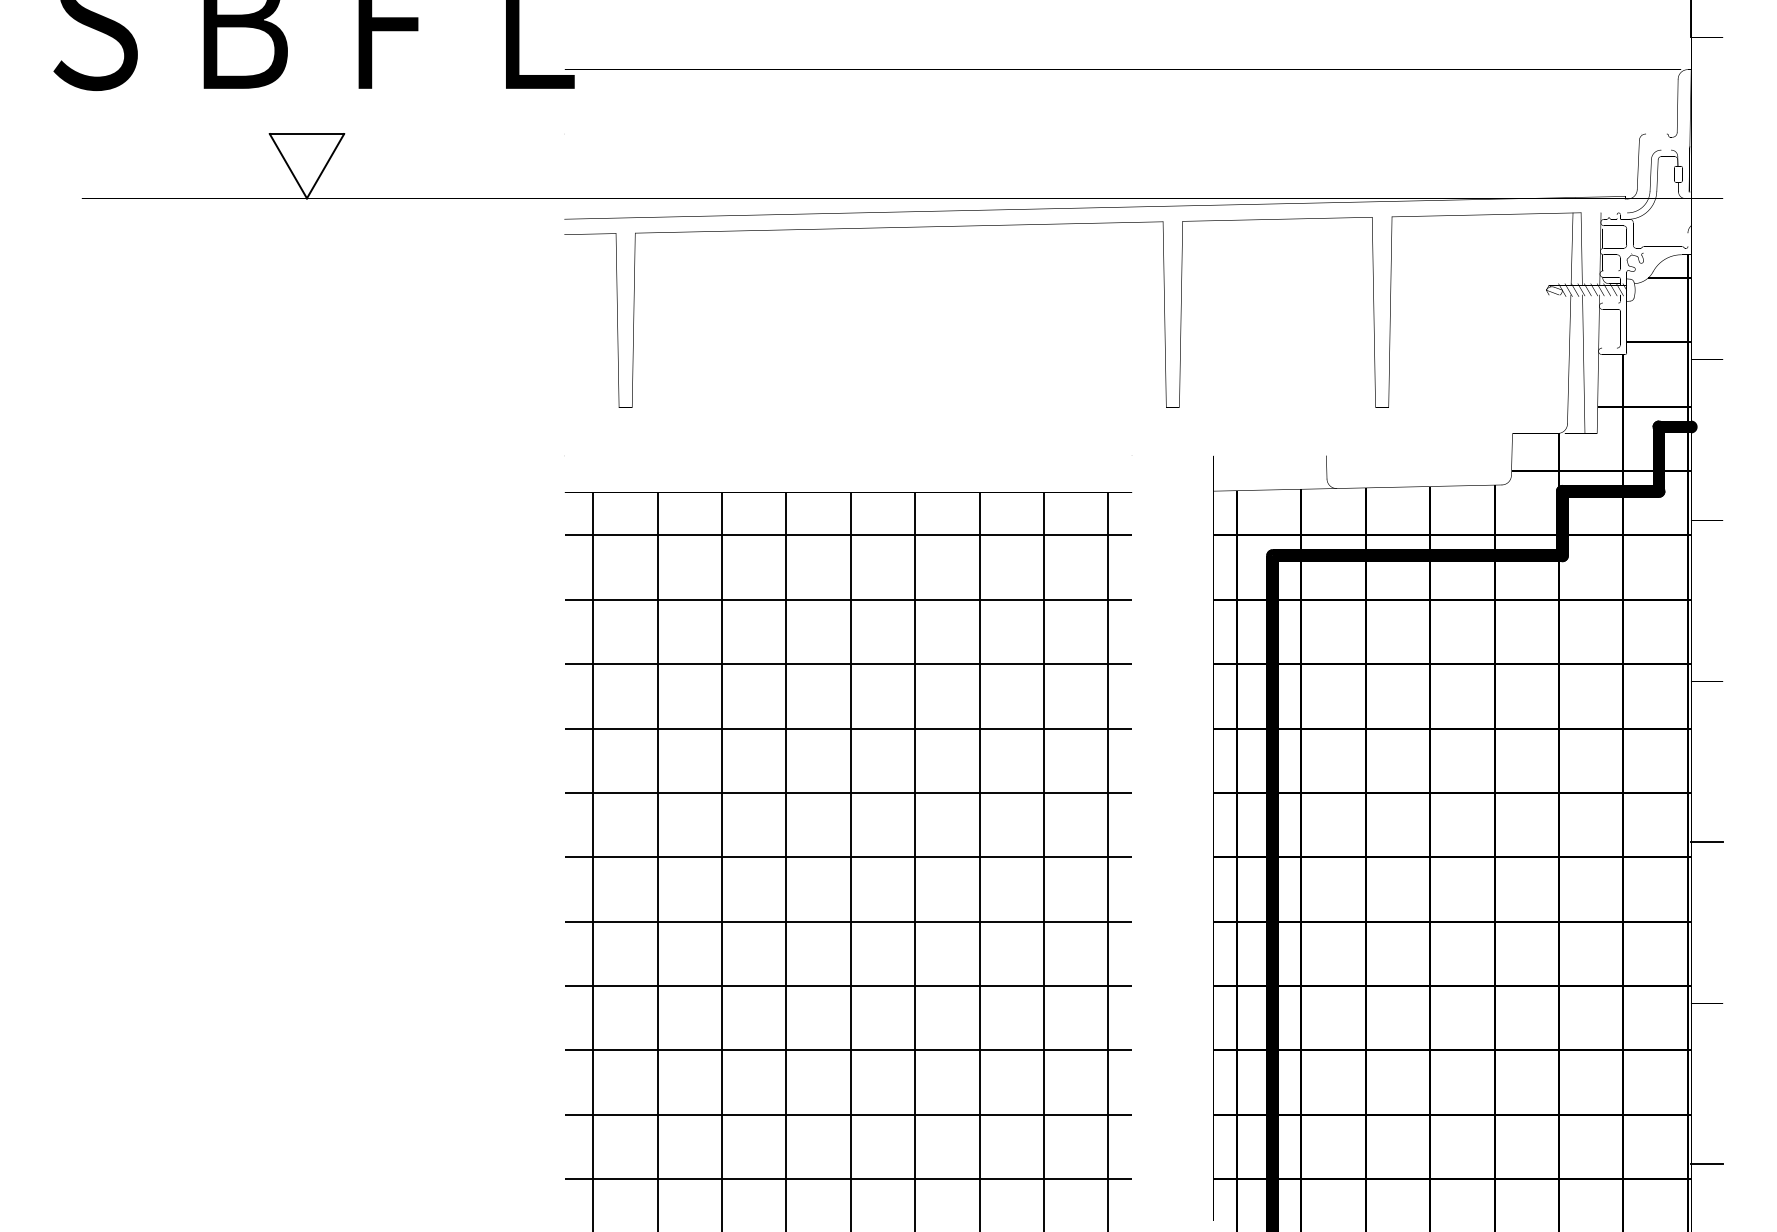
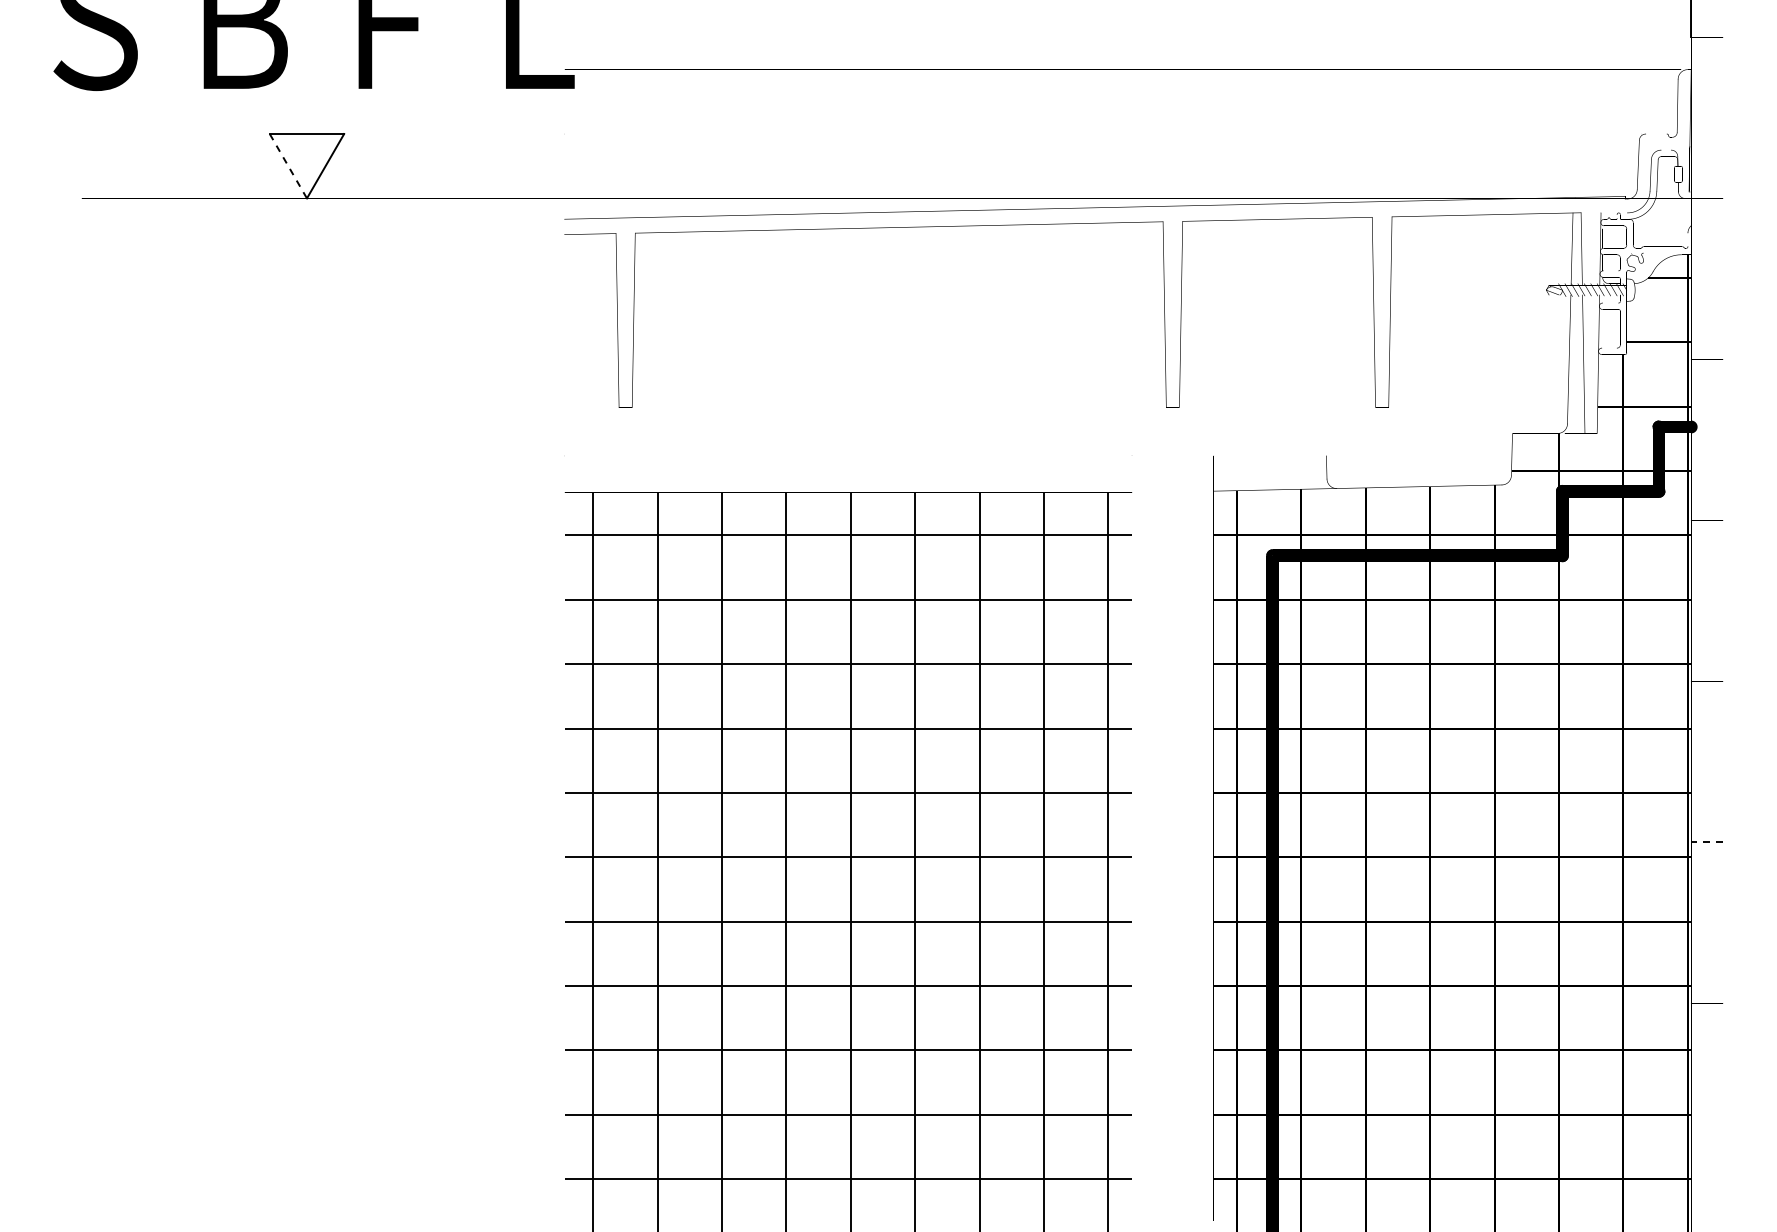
line at (288, 166): solid -> dashed
line at (1706, 842): solid -> dashed
line at (1707, 1164): present -> none
